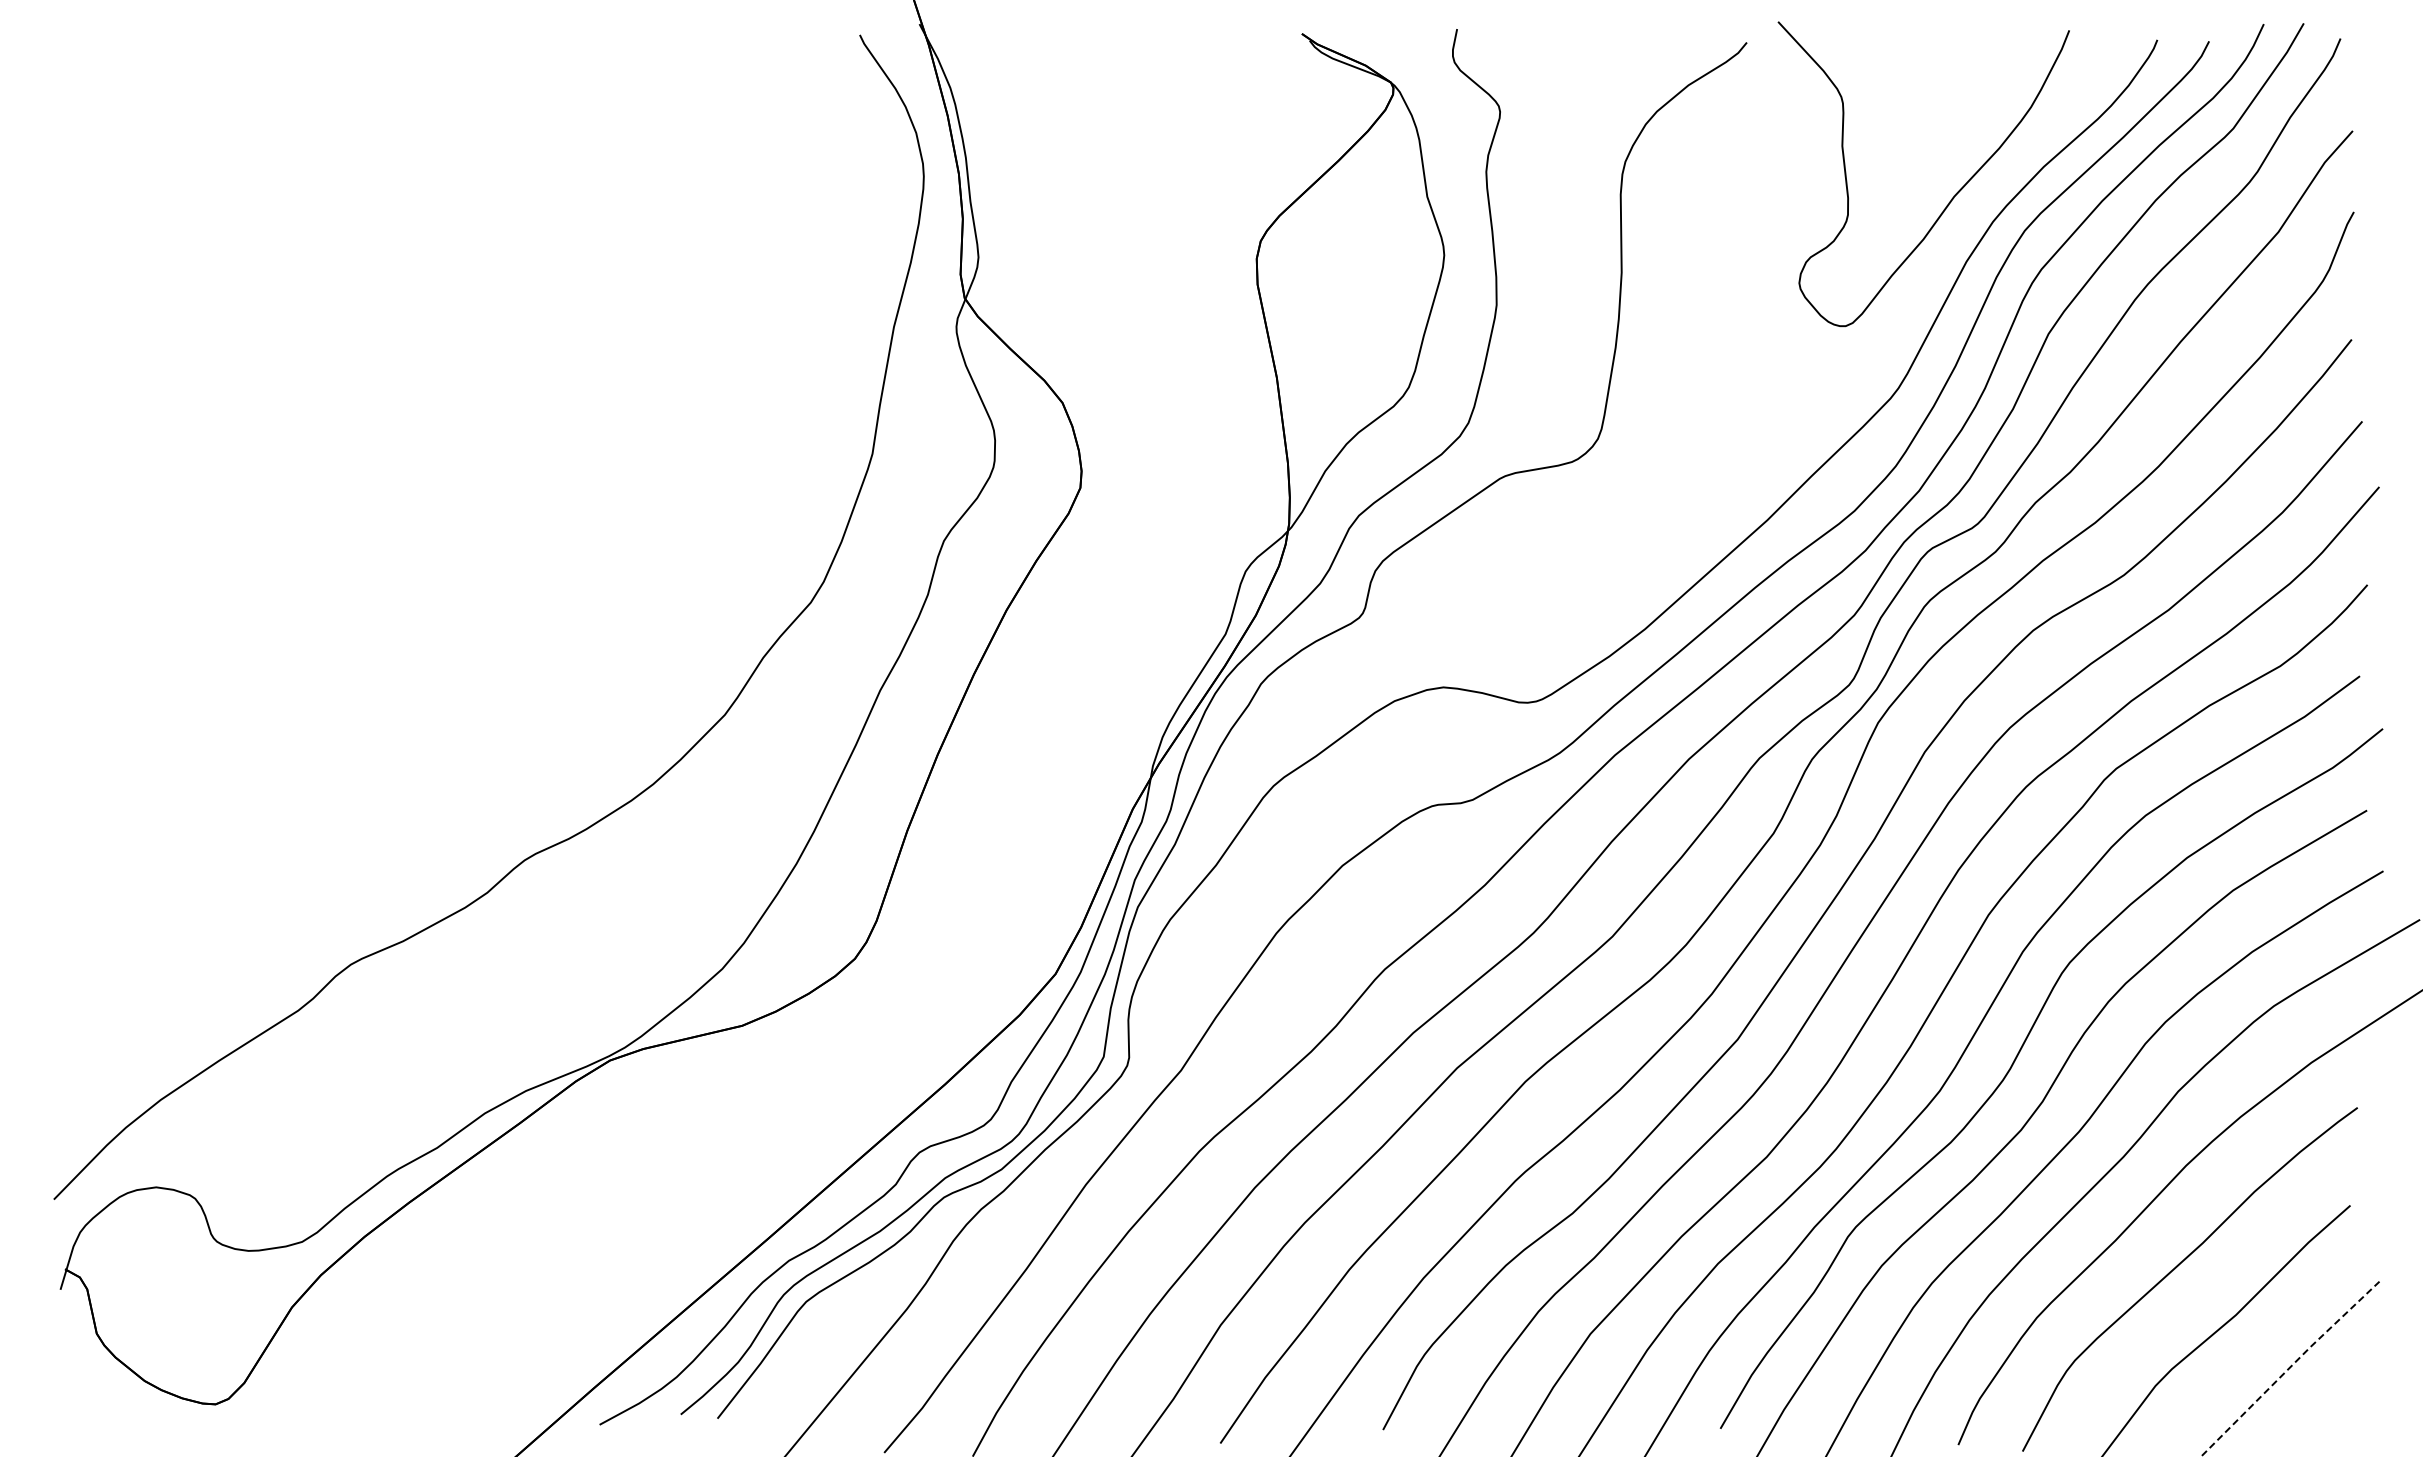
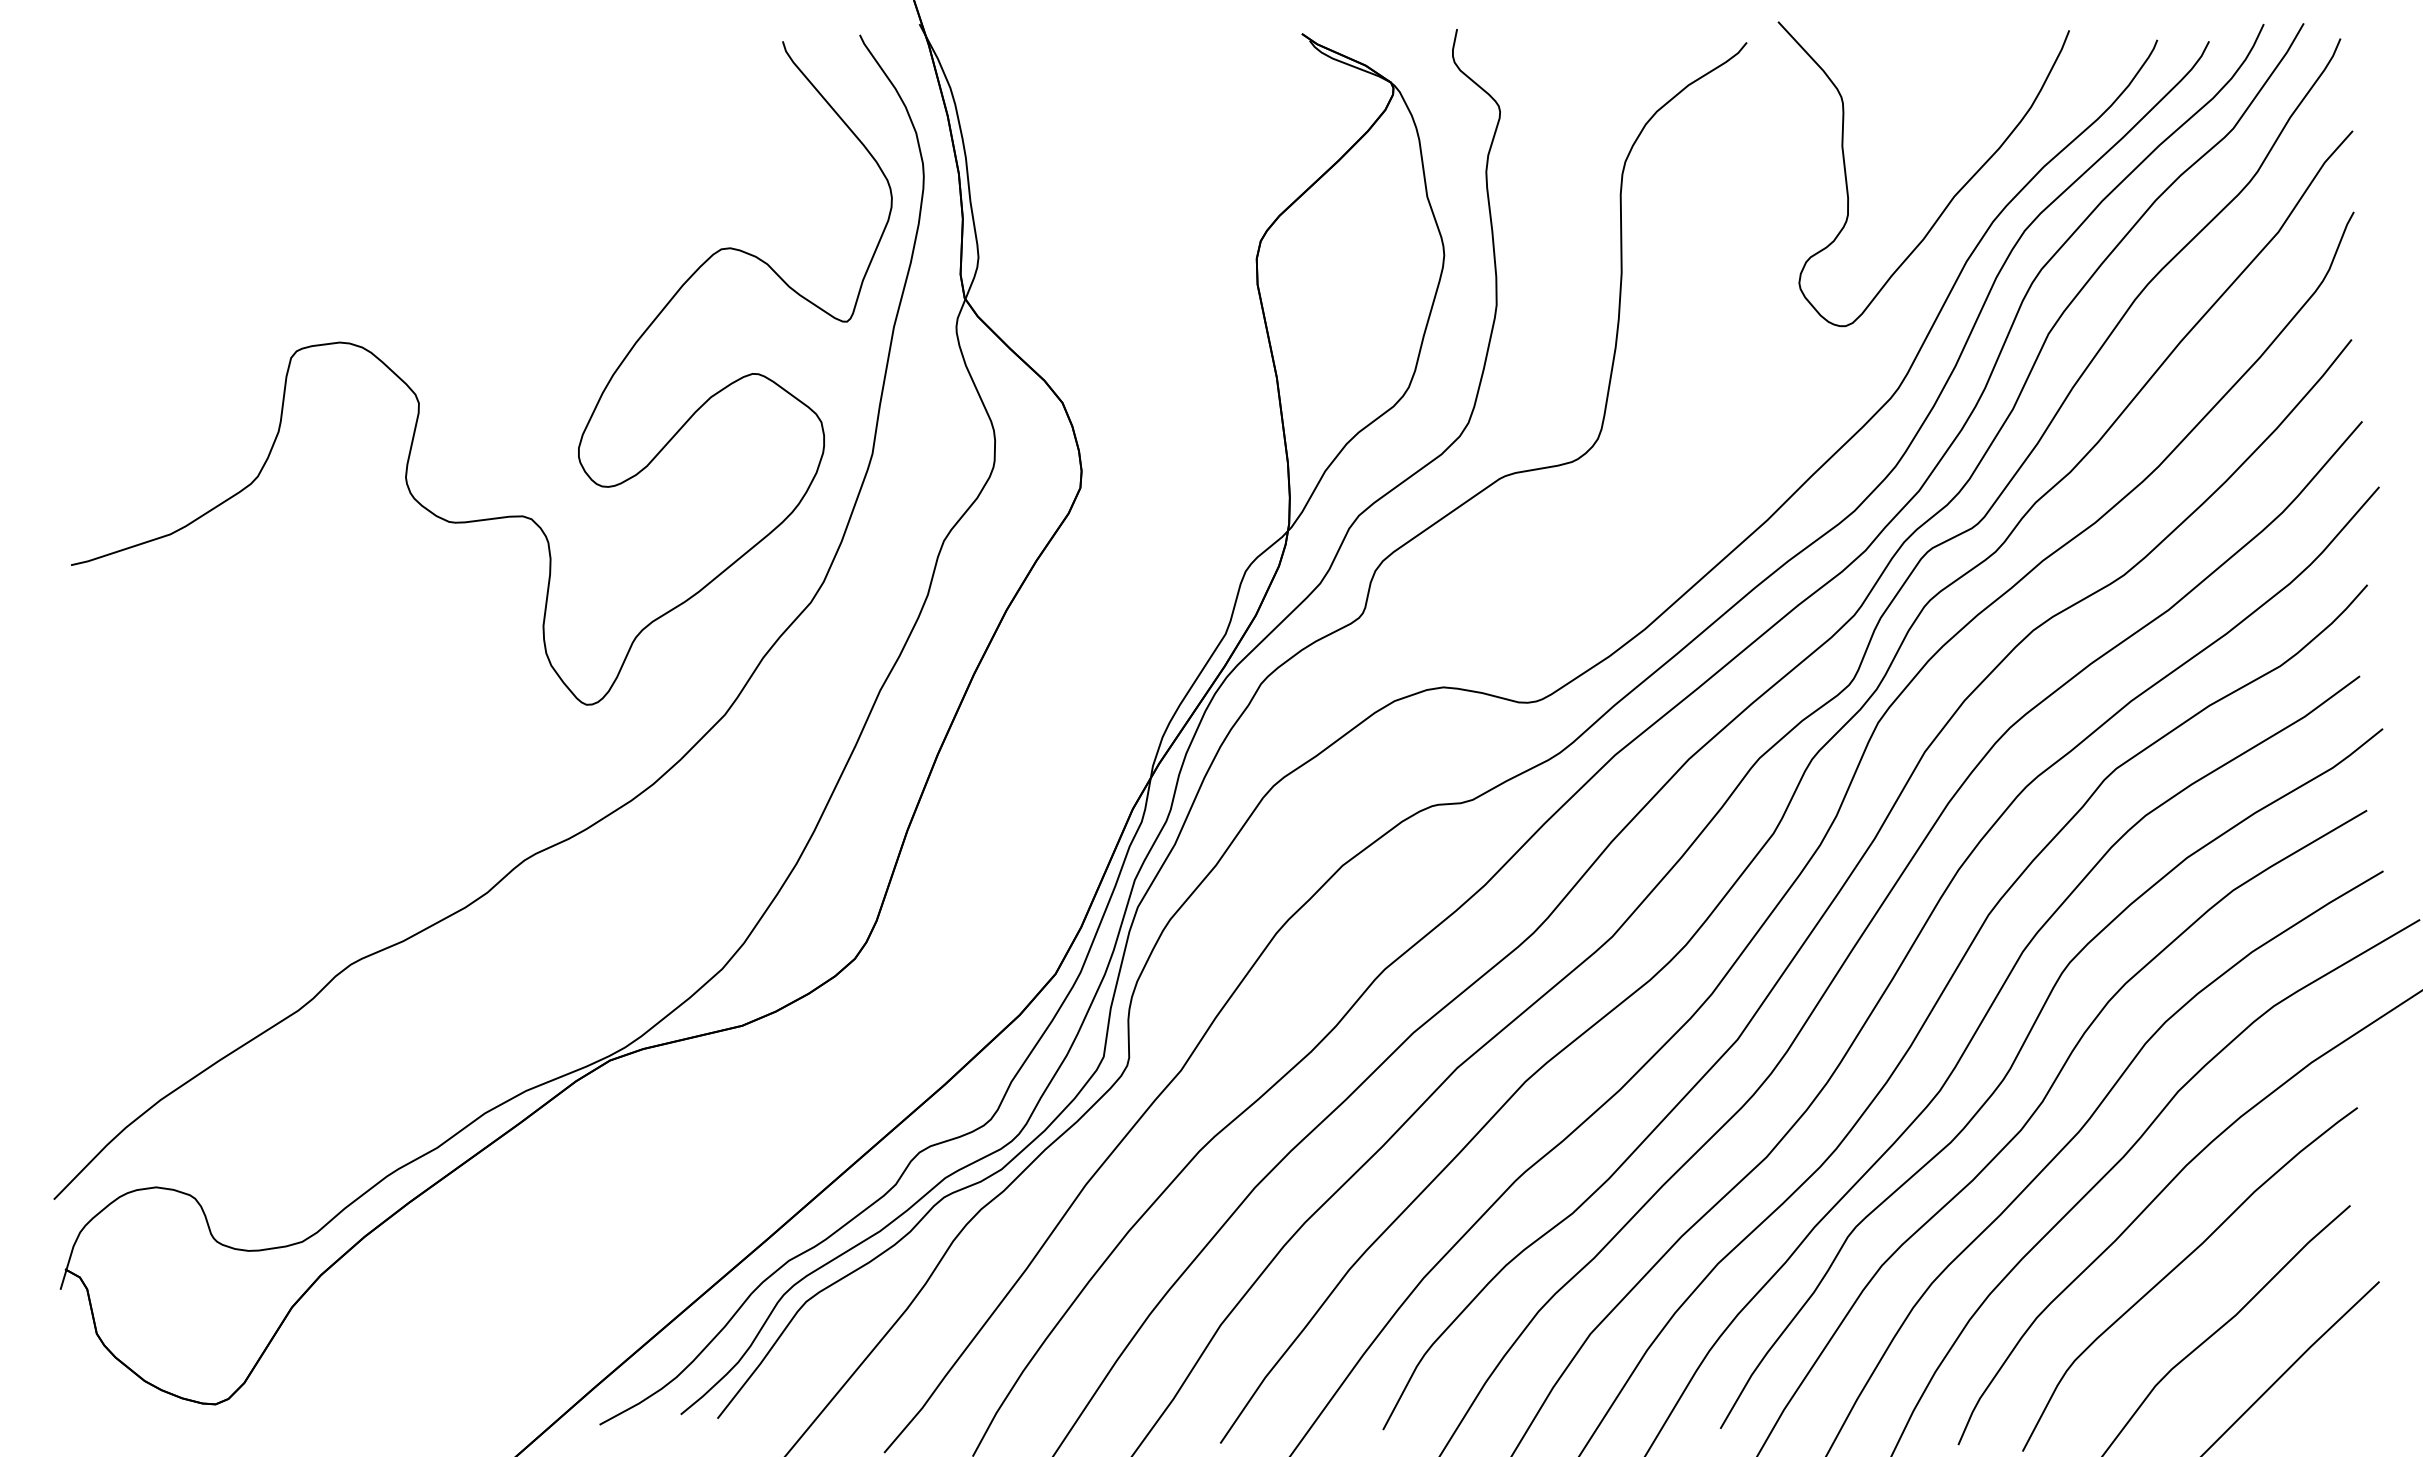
curve at (417, 396): none -> present
line at (2290, 1367): dashed -> solid
